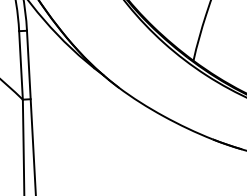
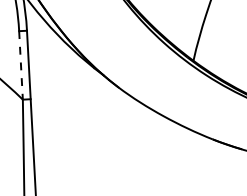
line at (21, 65): solid -> dashed
